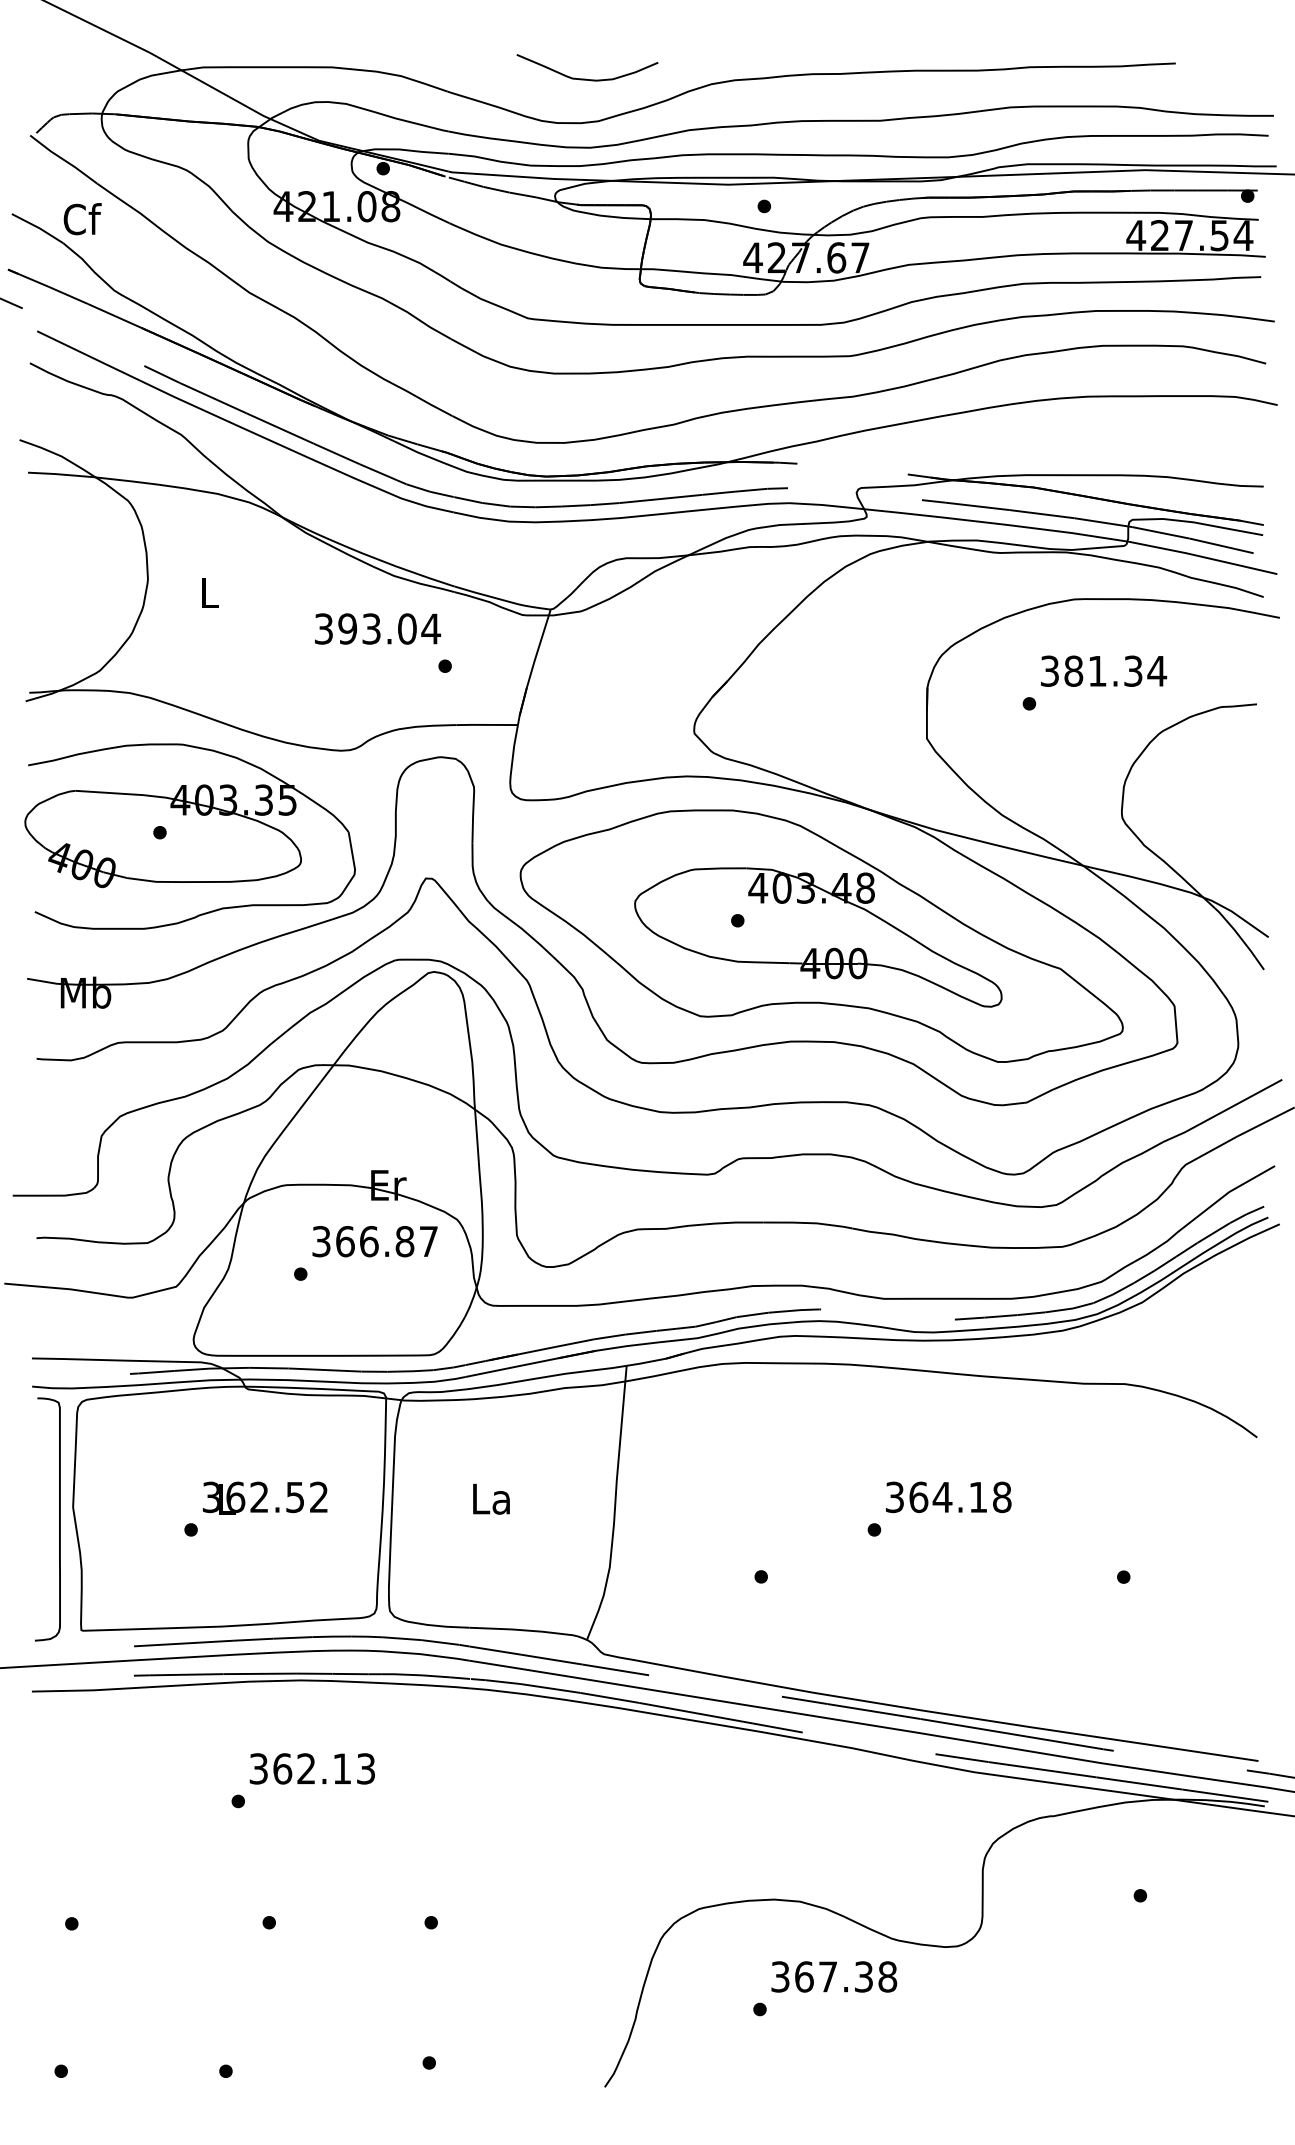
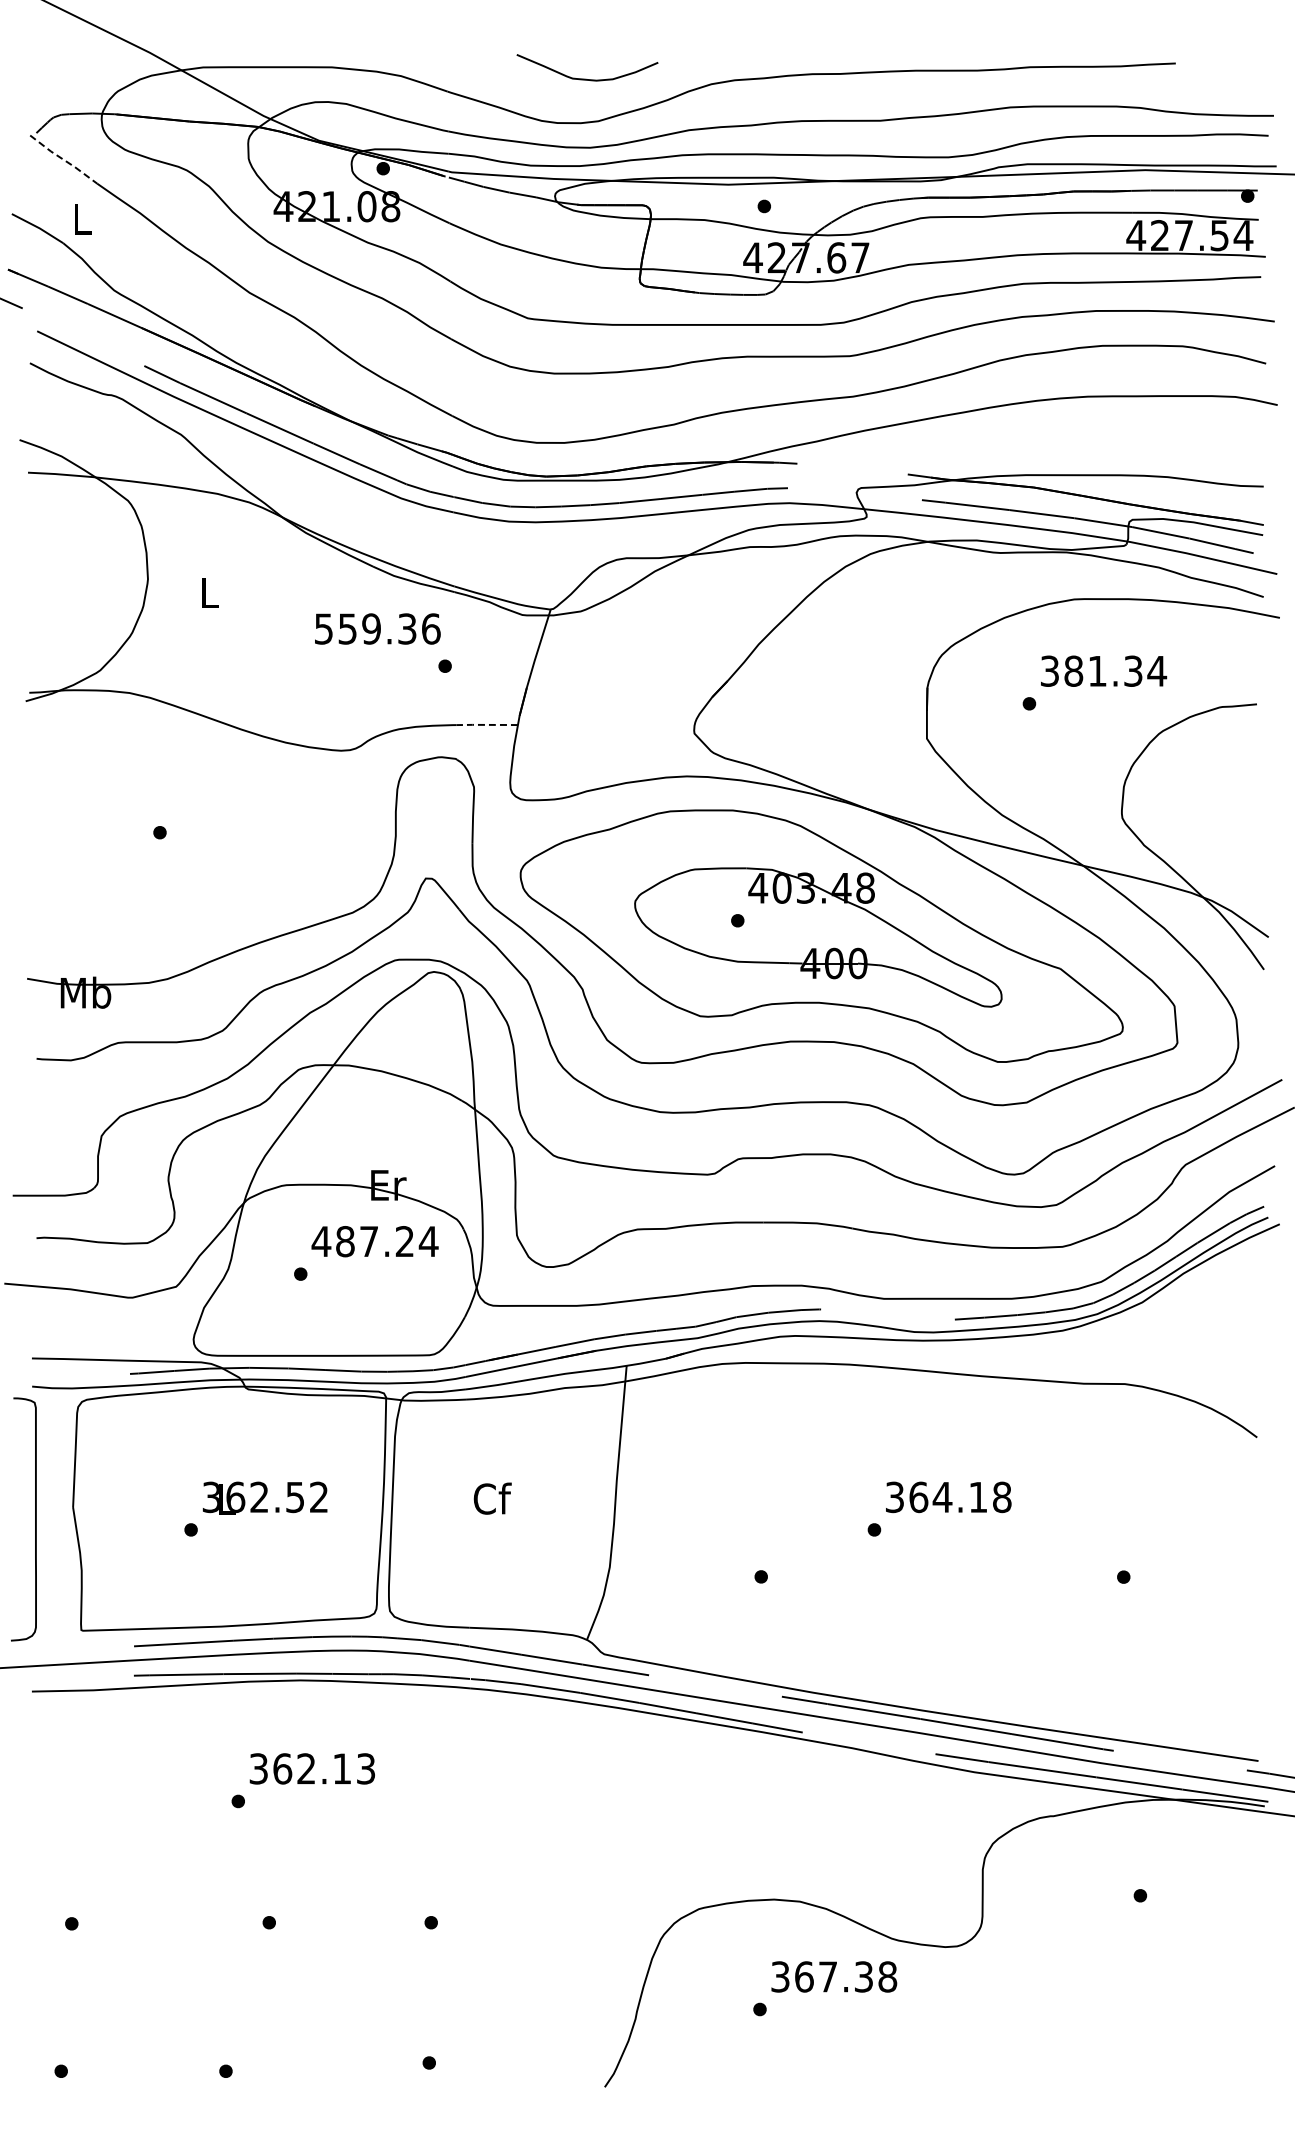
line at (63, 159): solid -> dashed
text at (82, 219): Cf -> L
text at (378, 628): 393.04 -> 559.36
line at (487, 724): solid -> dashed
part at (189, 836): present -> none
text at (374, 1241): 366.87 -> 487.24
text at (492, 1498): La -> Cf
curve at (59, 1519) position: (59, 1519) -> (35, 1519)
